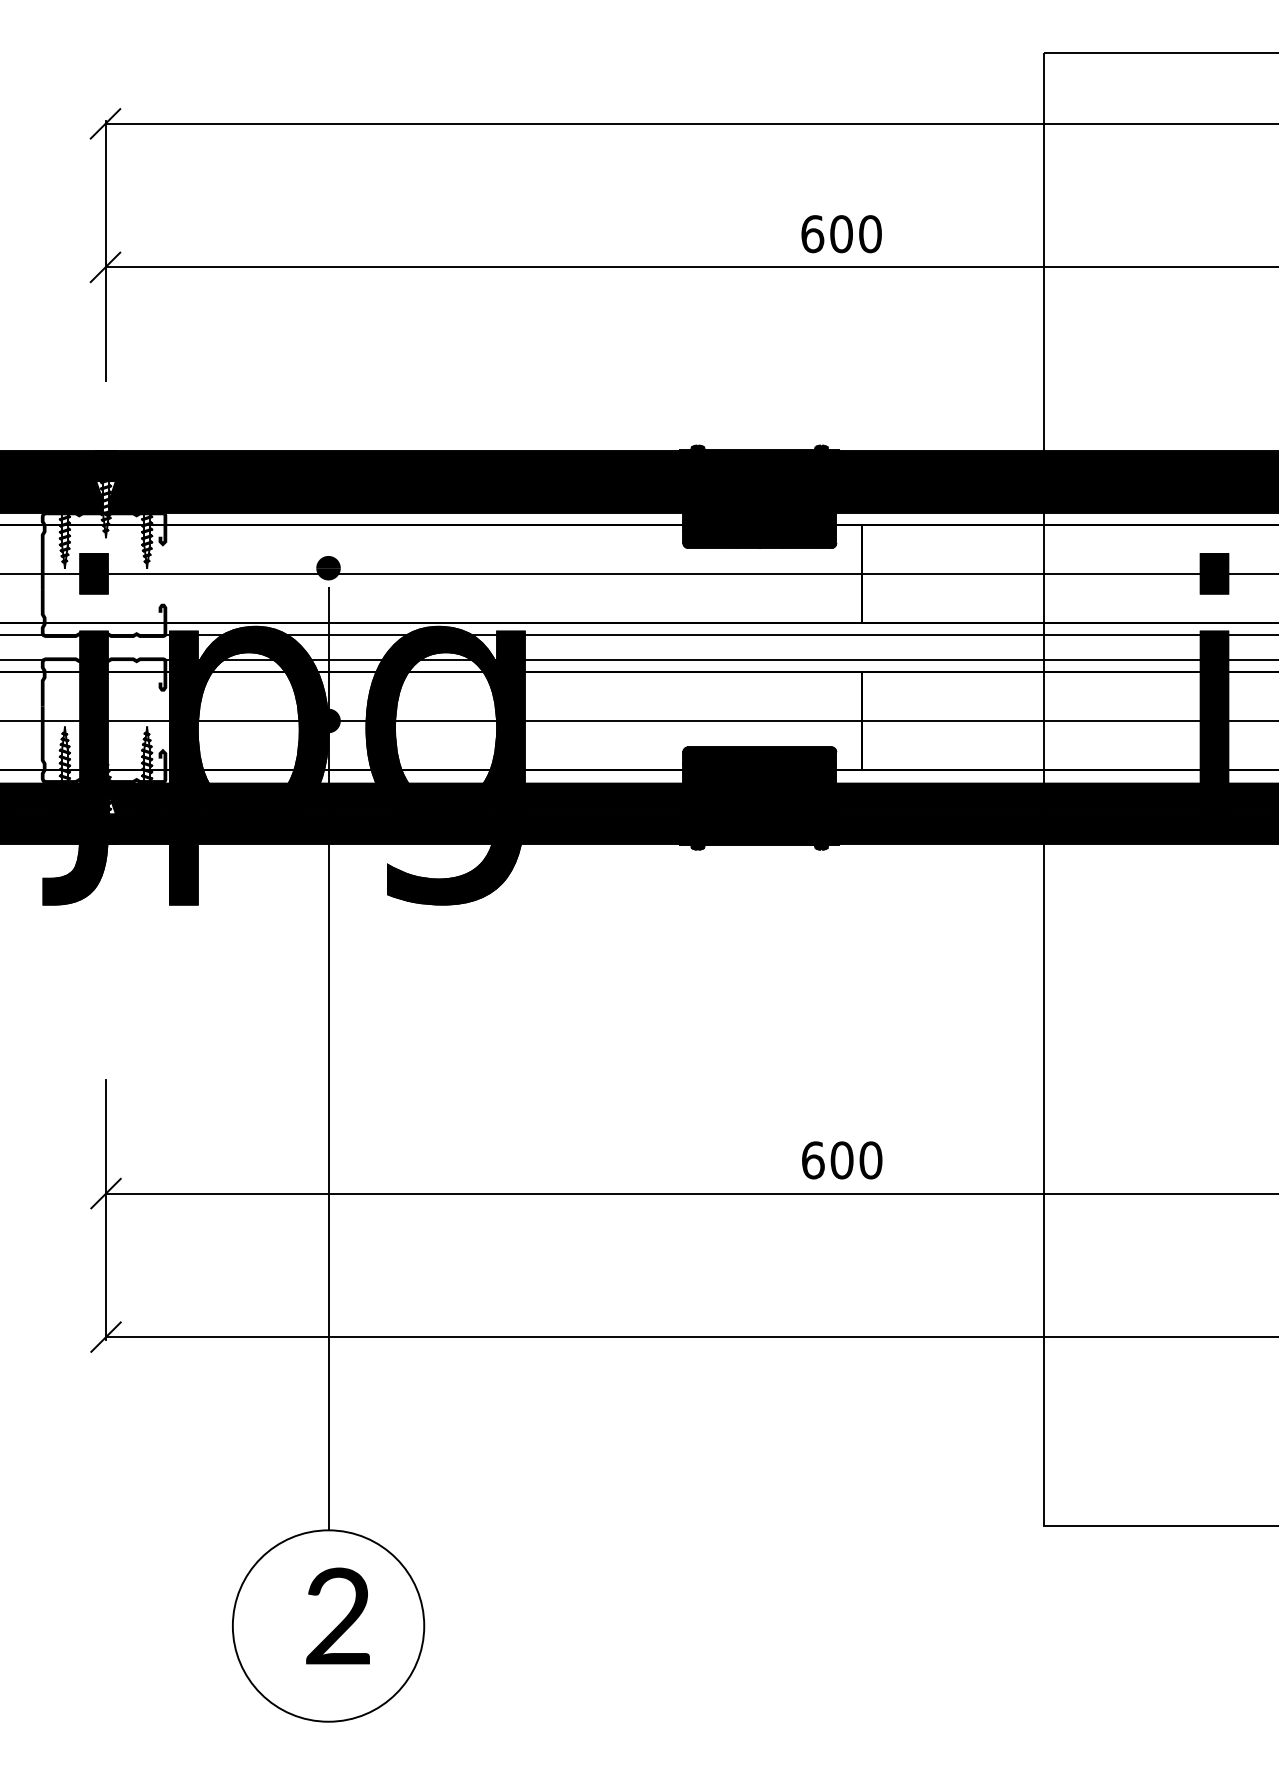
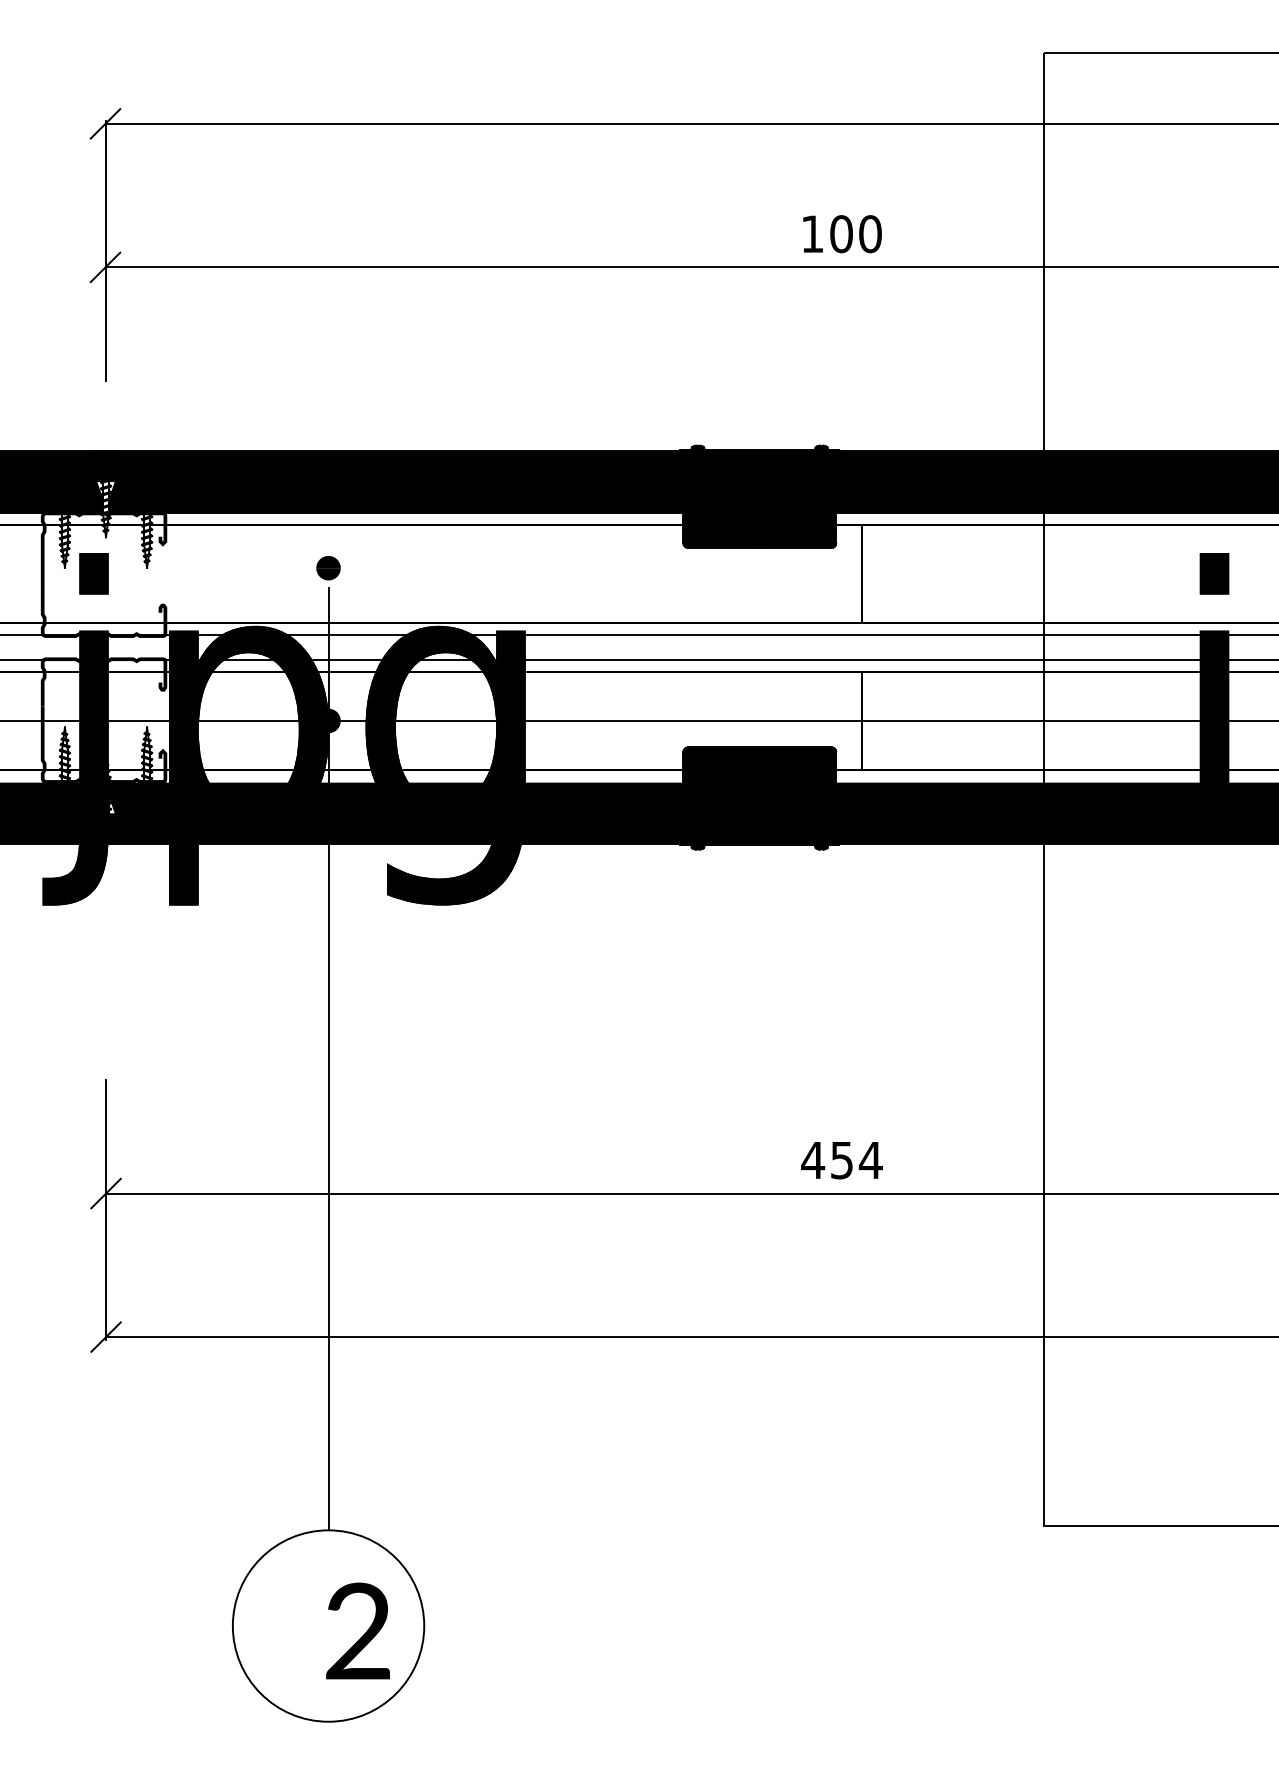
text at (812, 234): 600 -> 100
line at (638, 574): present -> none
text at (841, 1160): 600 -> 454
text at (337, 1615) position: (337, 1615) -> (357, 1630)
